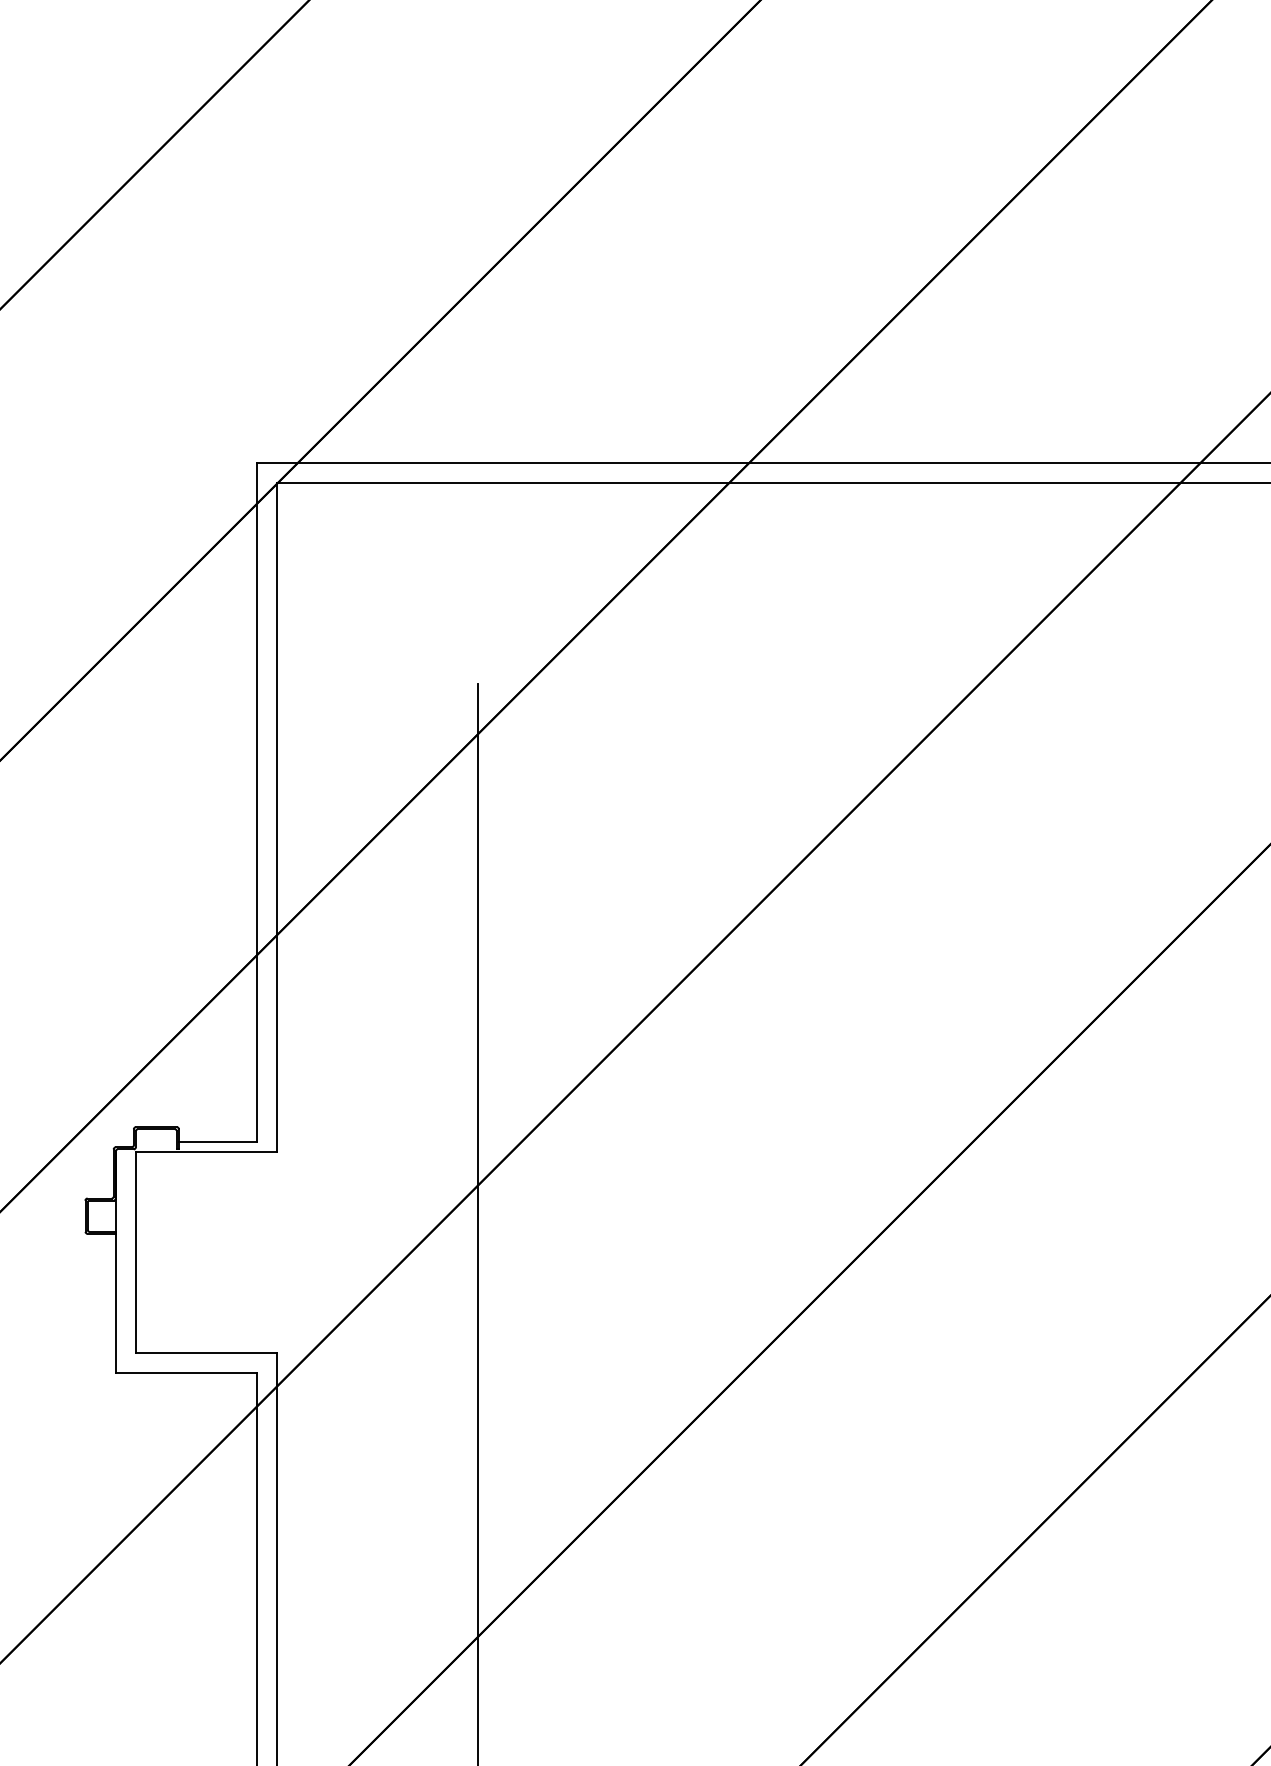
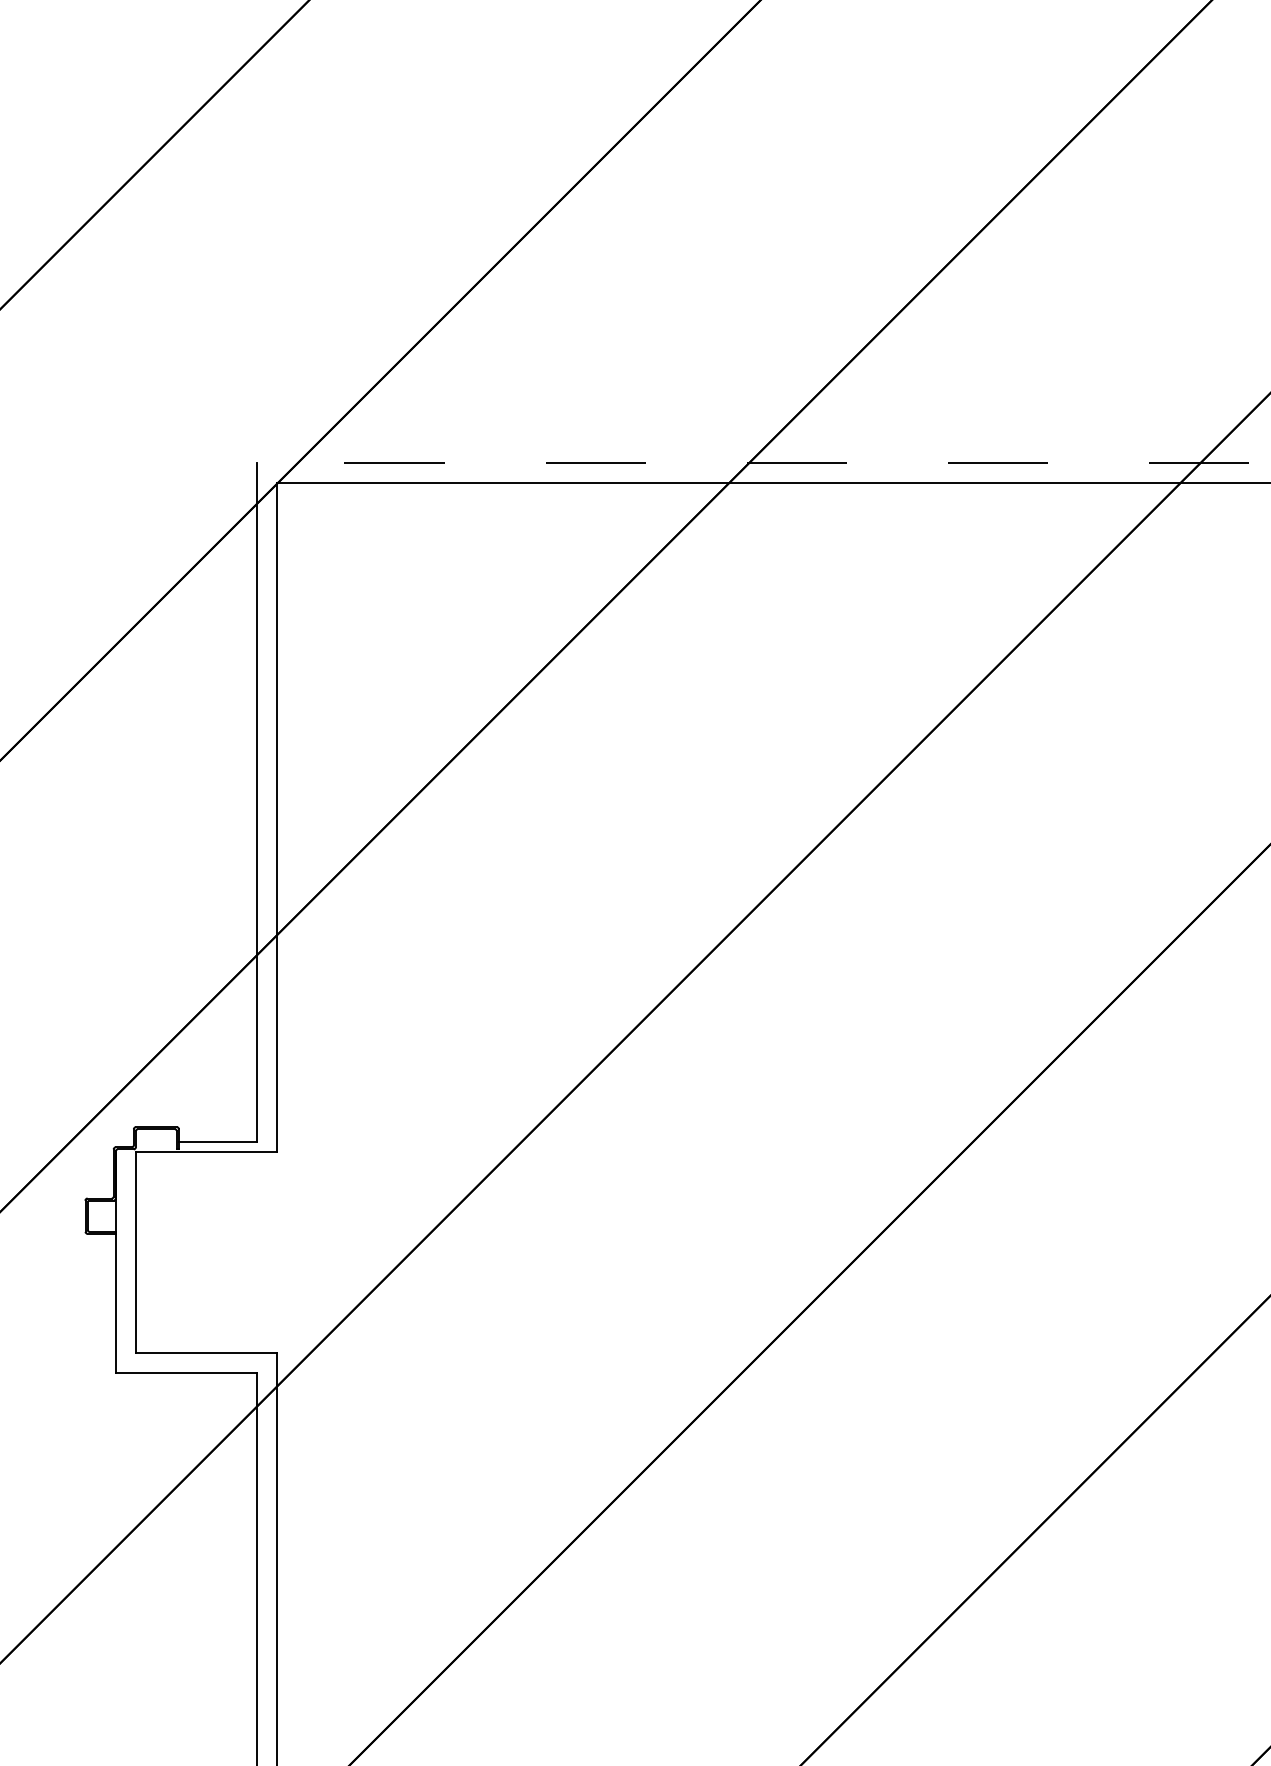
line at (763, 462): solid -> dashed
line at (477, 1222): present -> none
